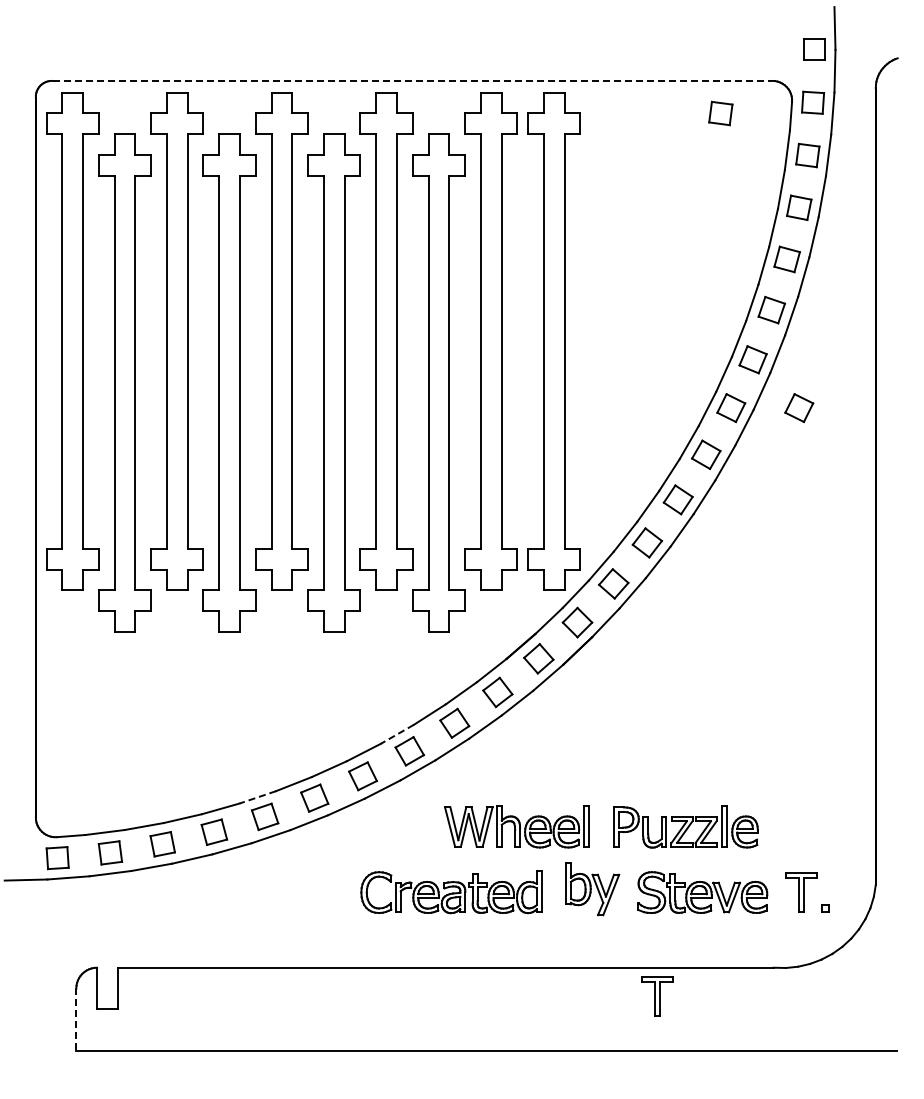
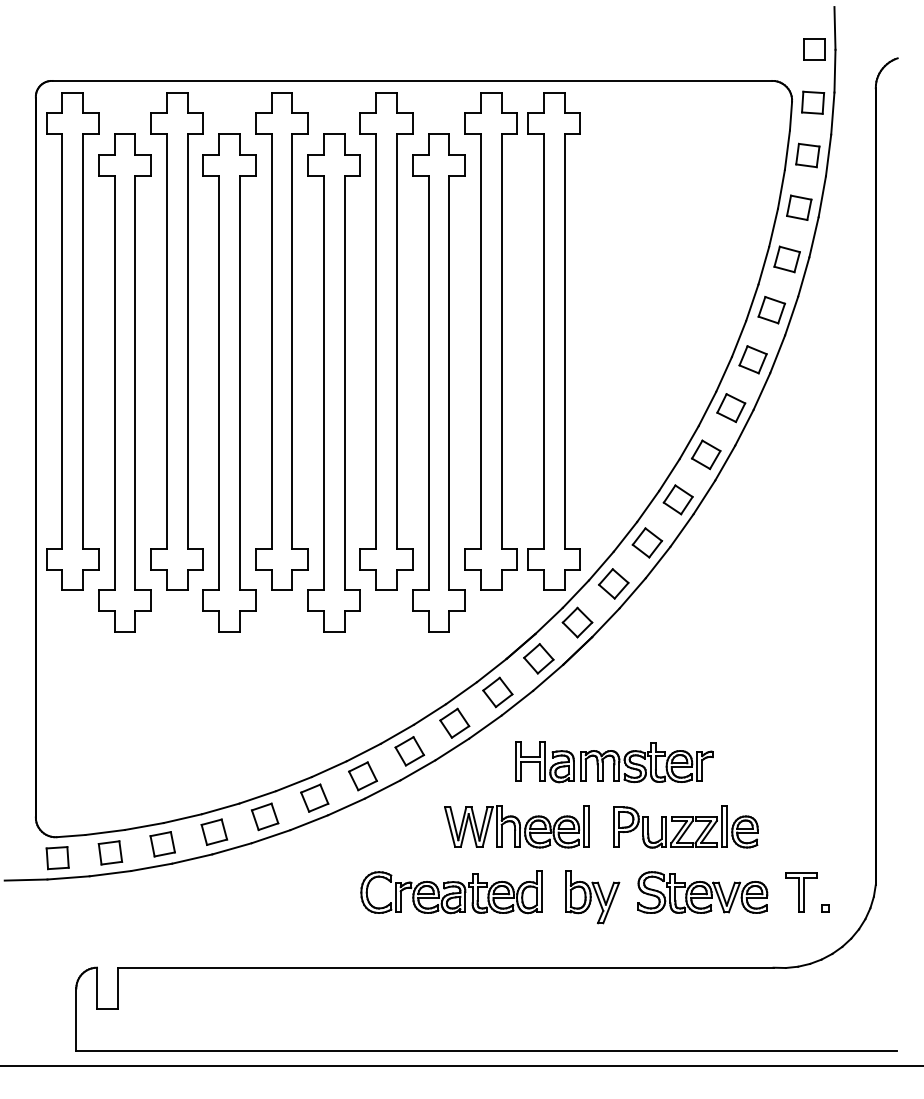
line at (412, 80): dashed -> solid
part at (720, 113): present -> none
part at (799, 408): present -> none
line at (396, 734): dashed -> solid
part at (614, 762): none -> present
line at (257, 797): dashed -> solid
part at (592, 889) position: (592, 889) -> (592, 897)
part at (657, 996): present -> none
line at (76, 1020): dashed -> solid
line at (461, 1066): none -> present
